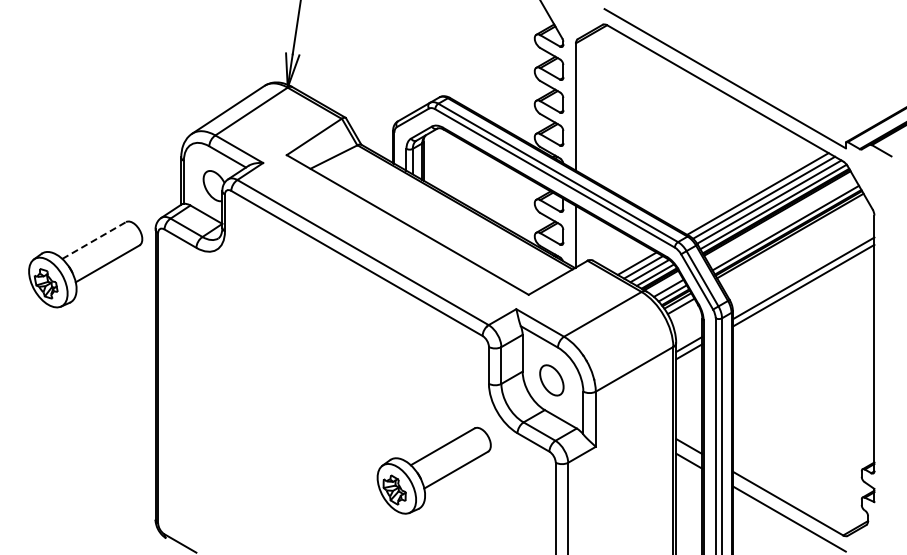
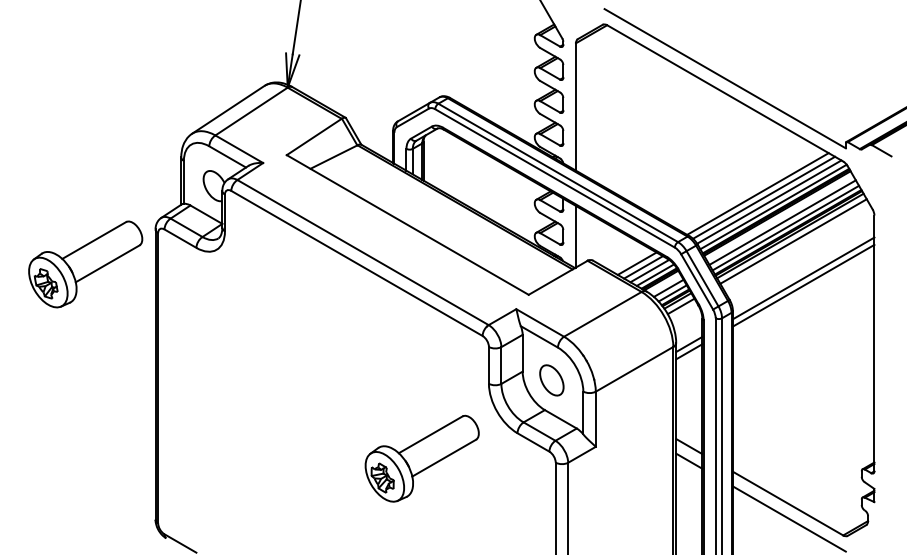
line at (782, 222): none -> present
line at (94, 240): dashed -> solid
line at (793, 241): none -> present
part at (433, 470) position: (433, 470) -> (421, 458)
